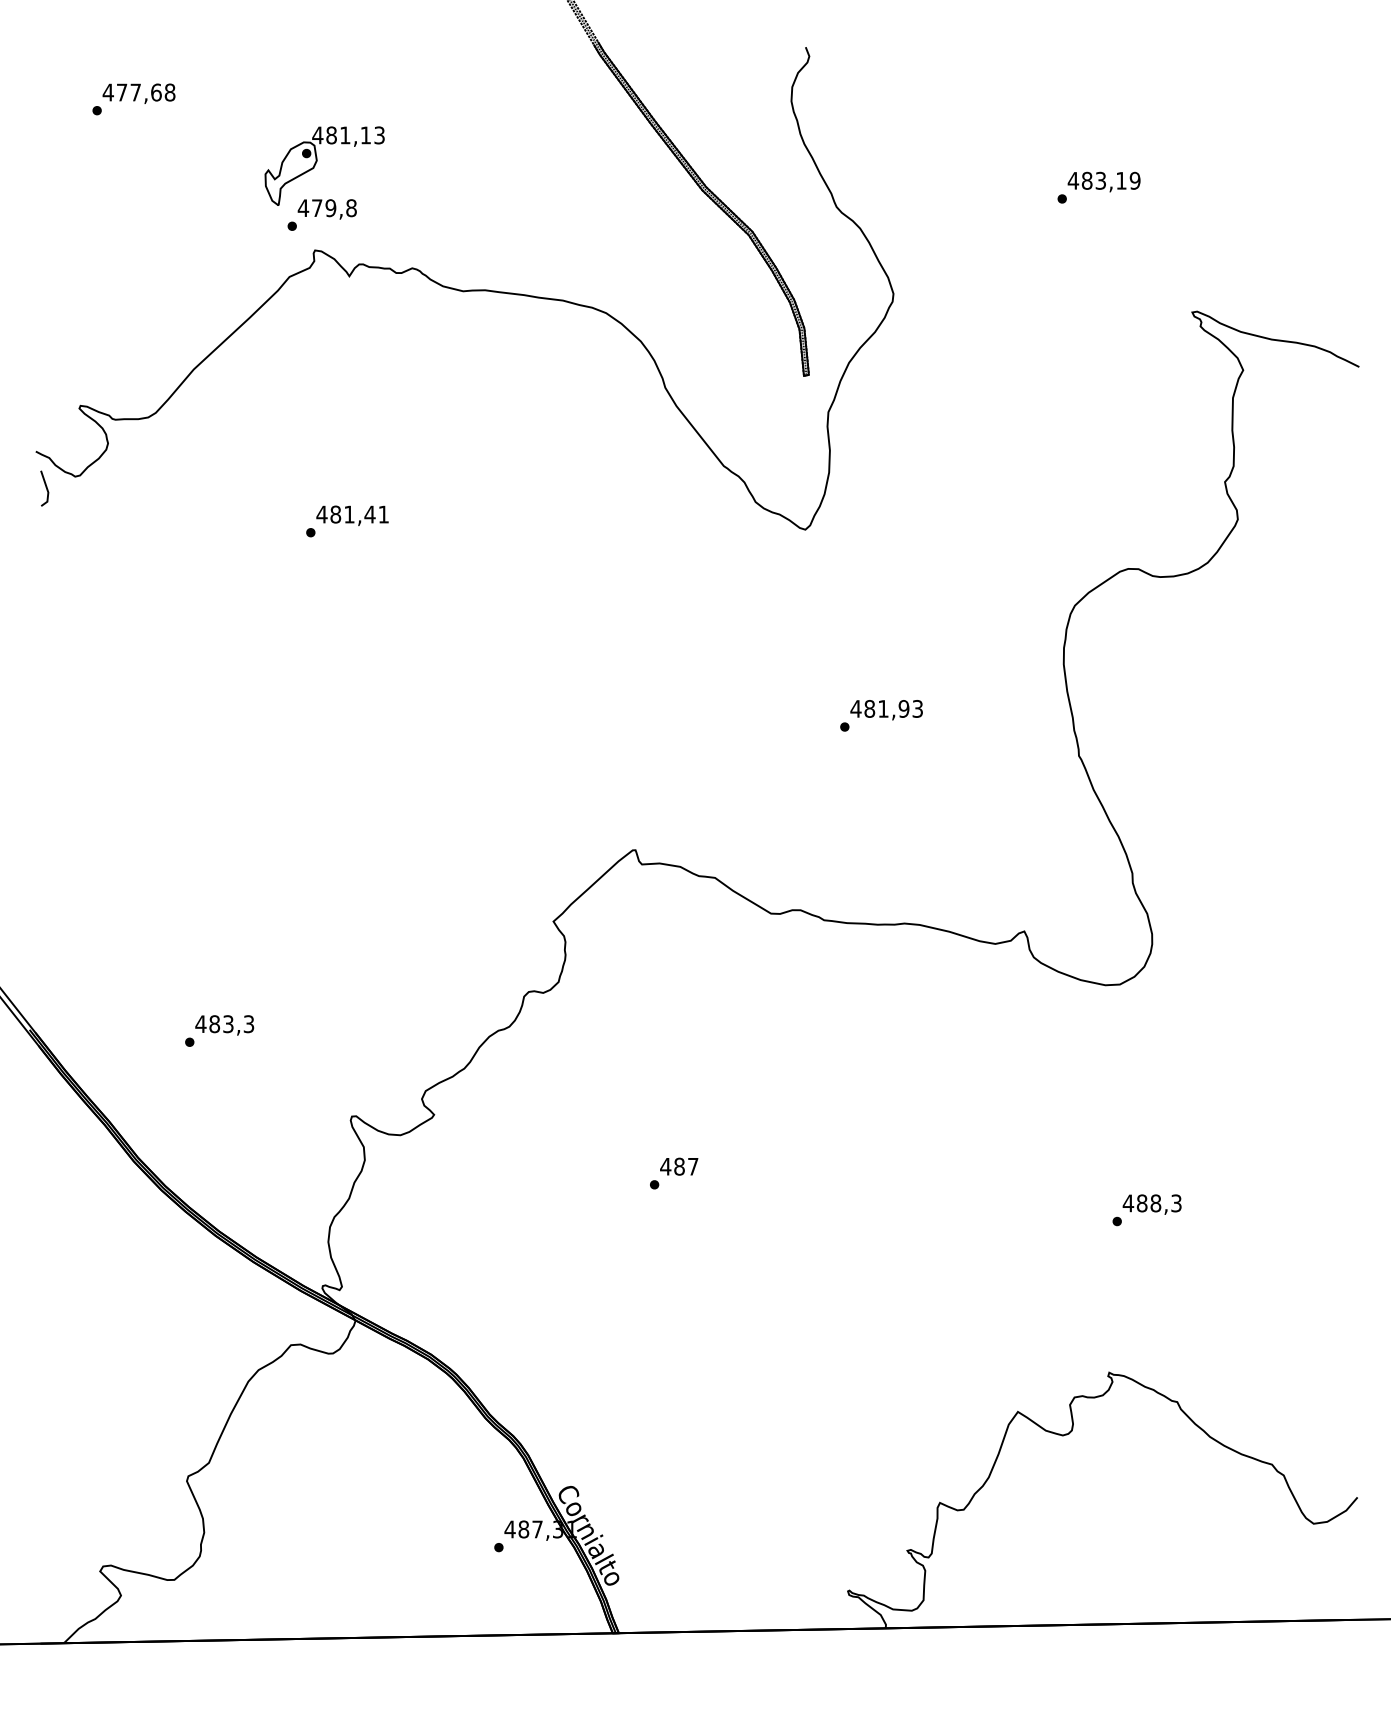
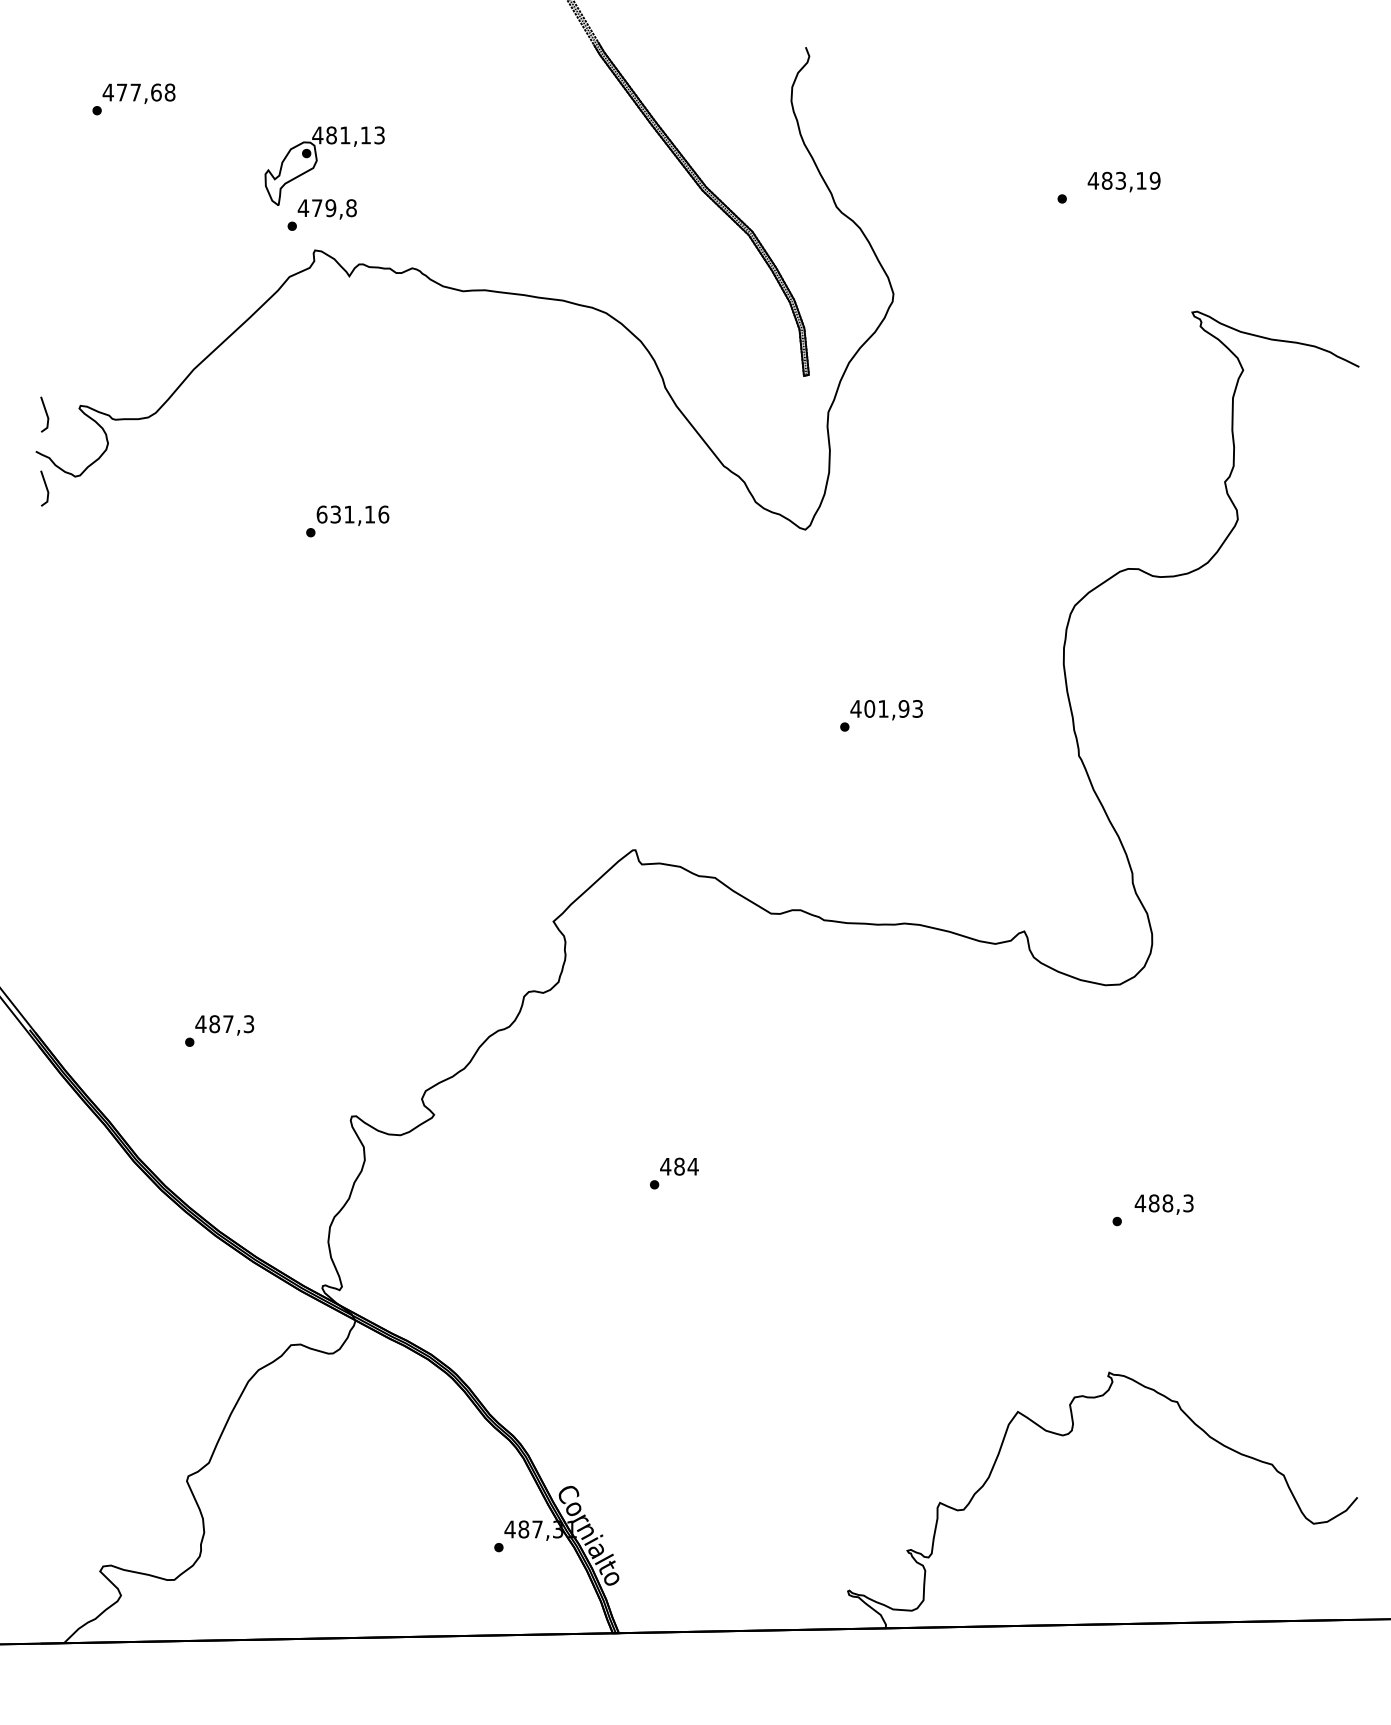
text at (1103, 181) position: (1103, 181) -> (1123, 181)
line at (45, 413): none -> present
text at (352, 514): 481,41 -> 631,16
text at (869, 708): 481,93 -> 401,93
text at (228, 1024): 483,3 -> 487,3
text at (692, 1166): 487 -> 484
text at (1151, 1204) position: (1151, 1204) -> (1163, 1204)
